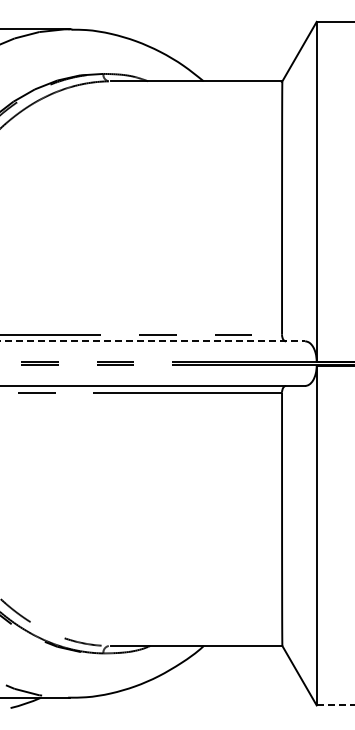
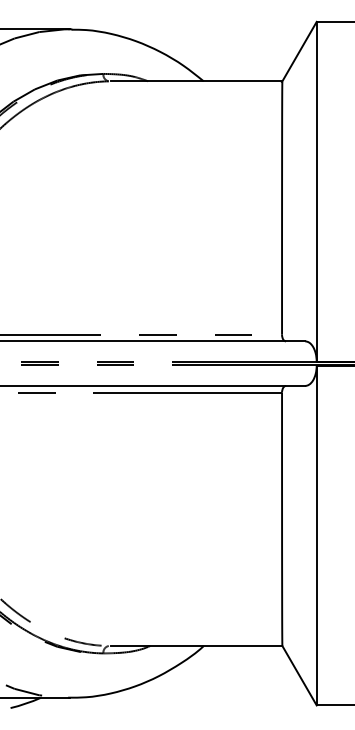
line at (153, 341): dashed -> solid
line at (335, 705): dashed -> solid
